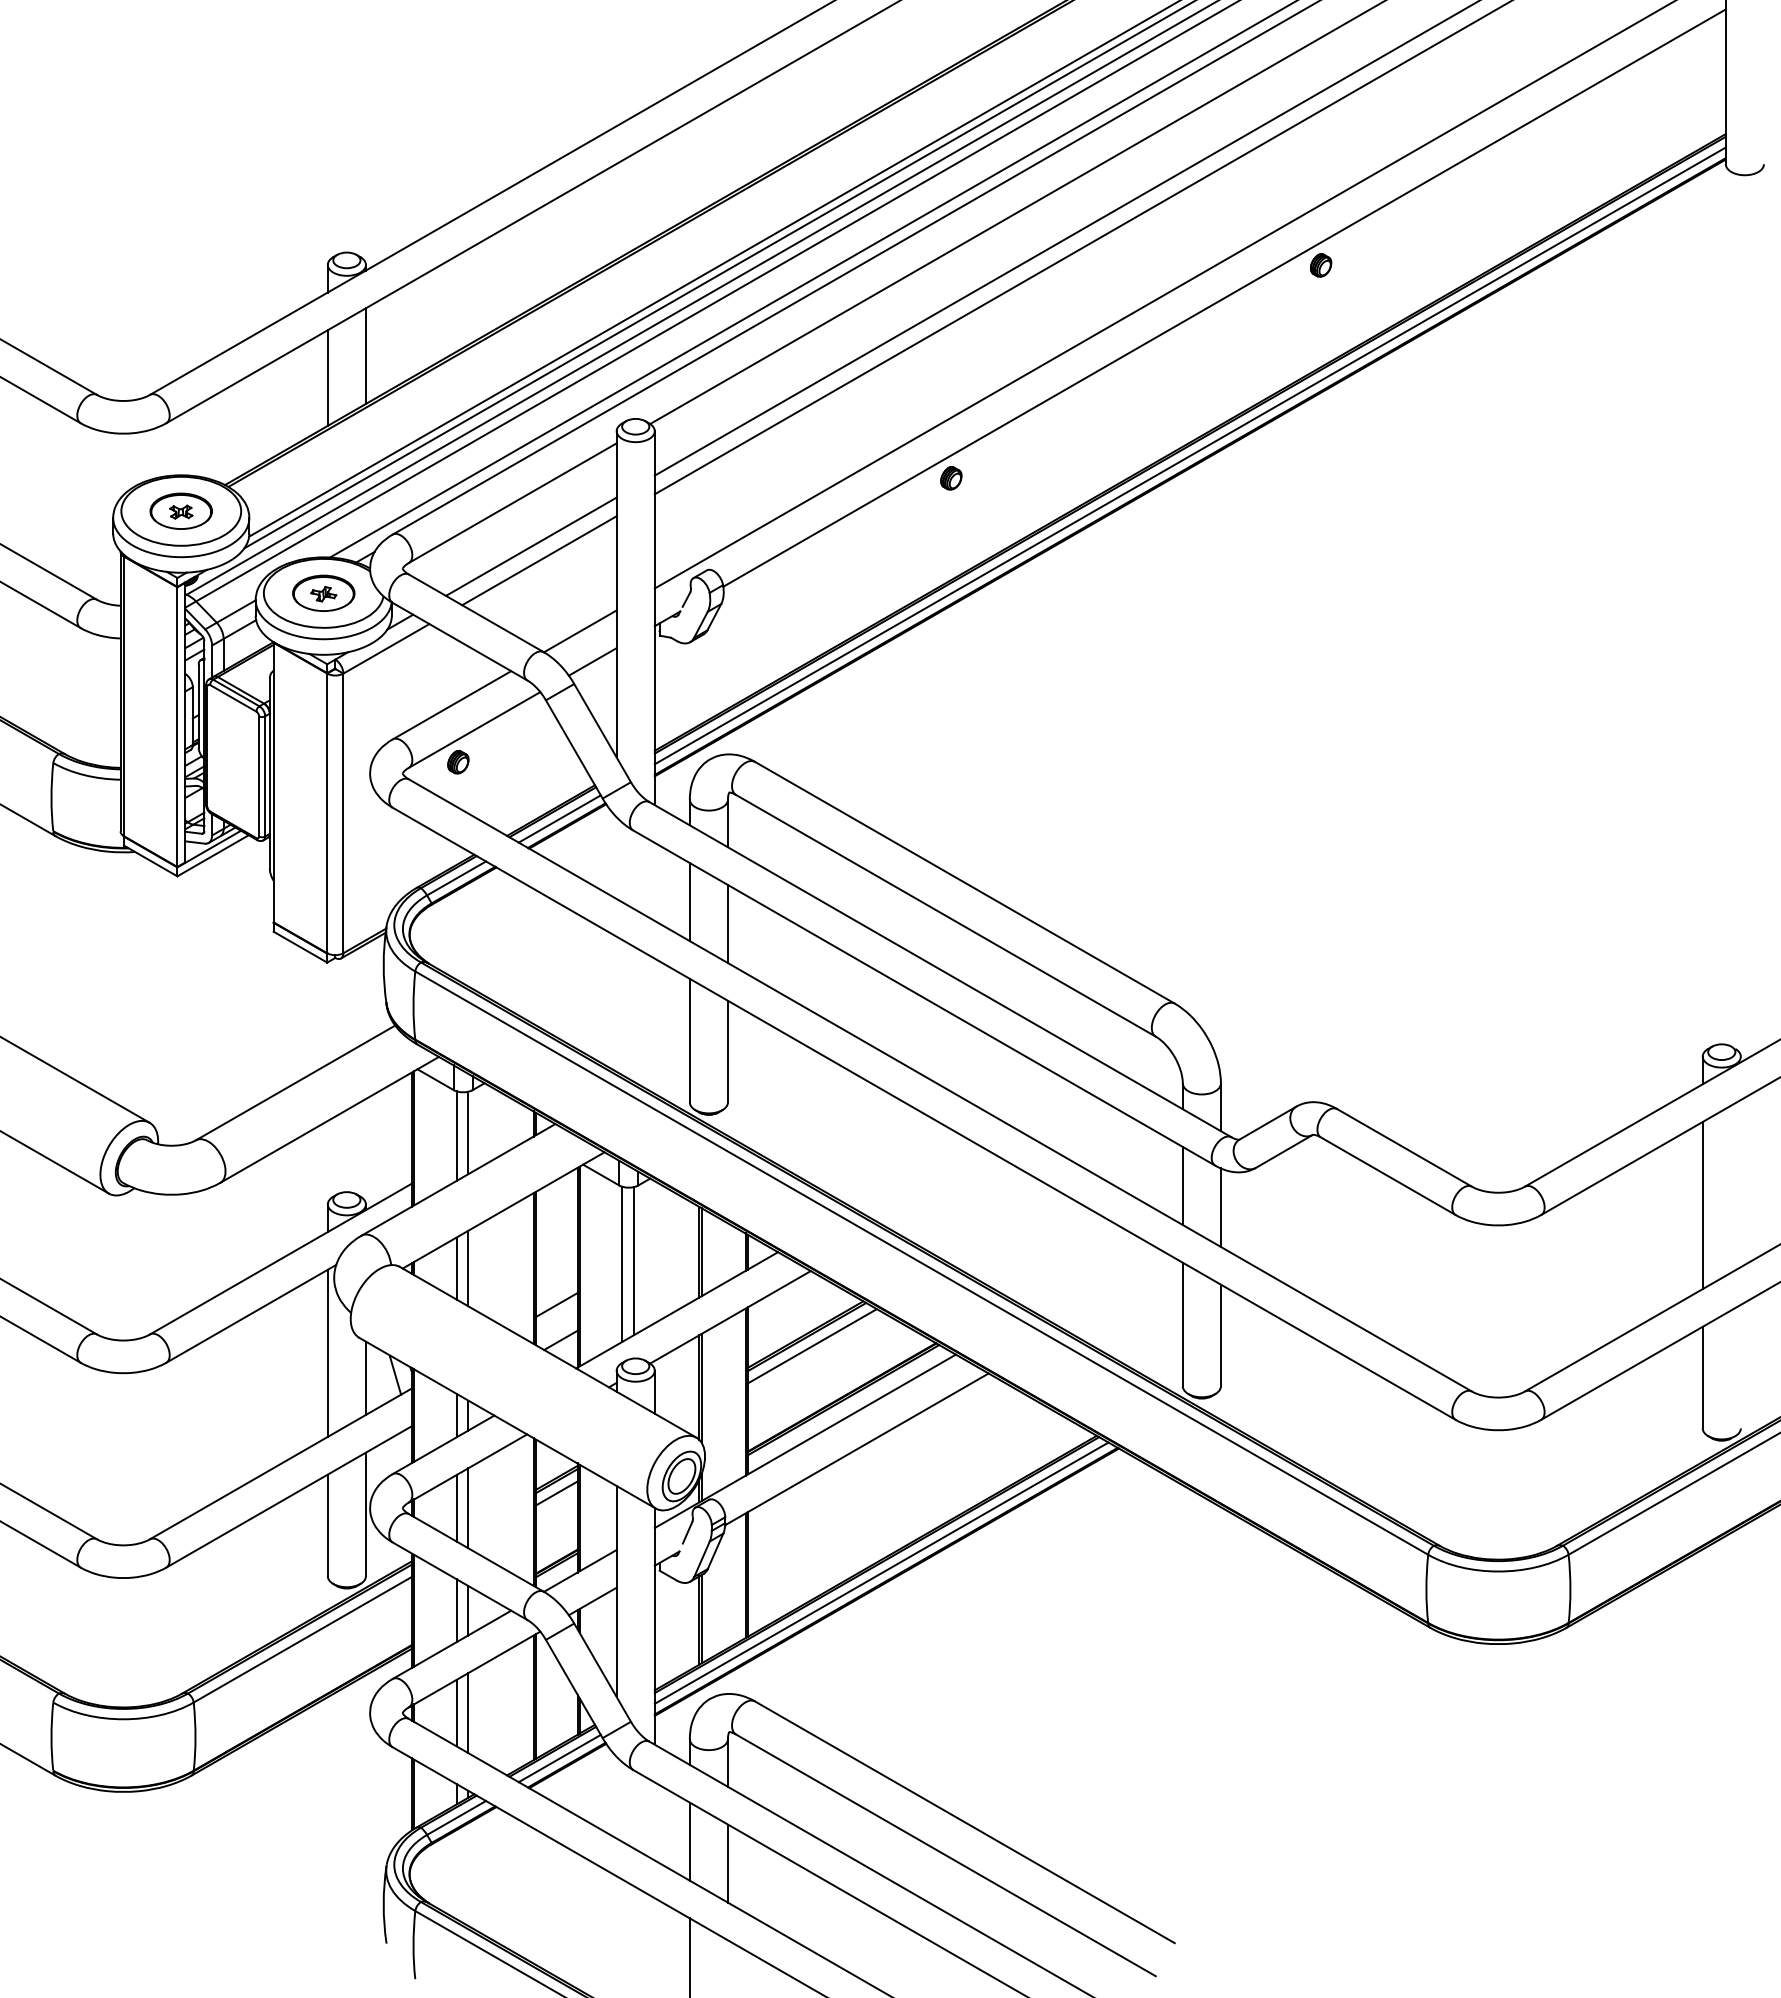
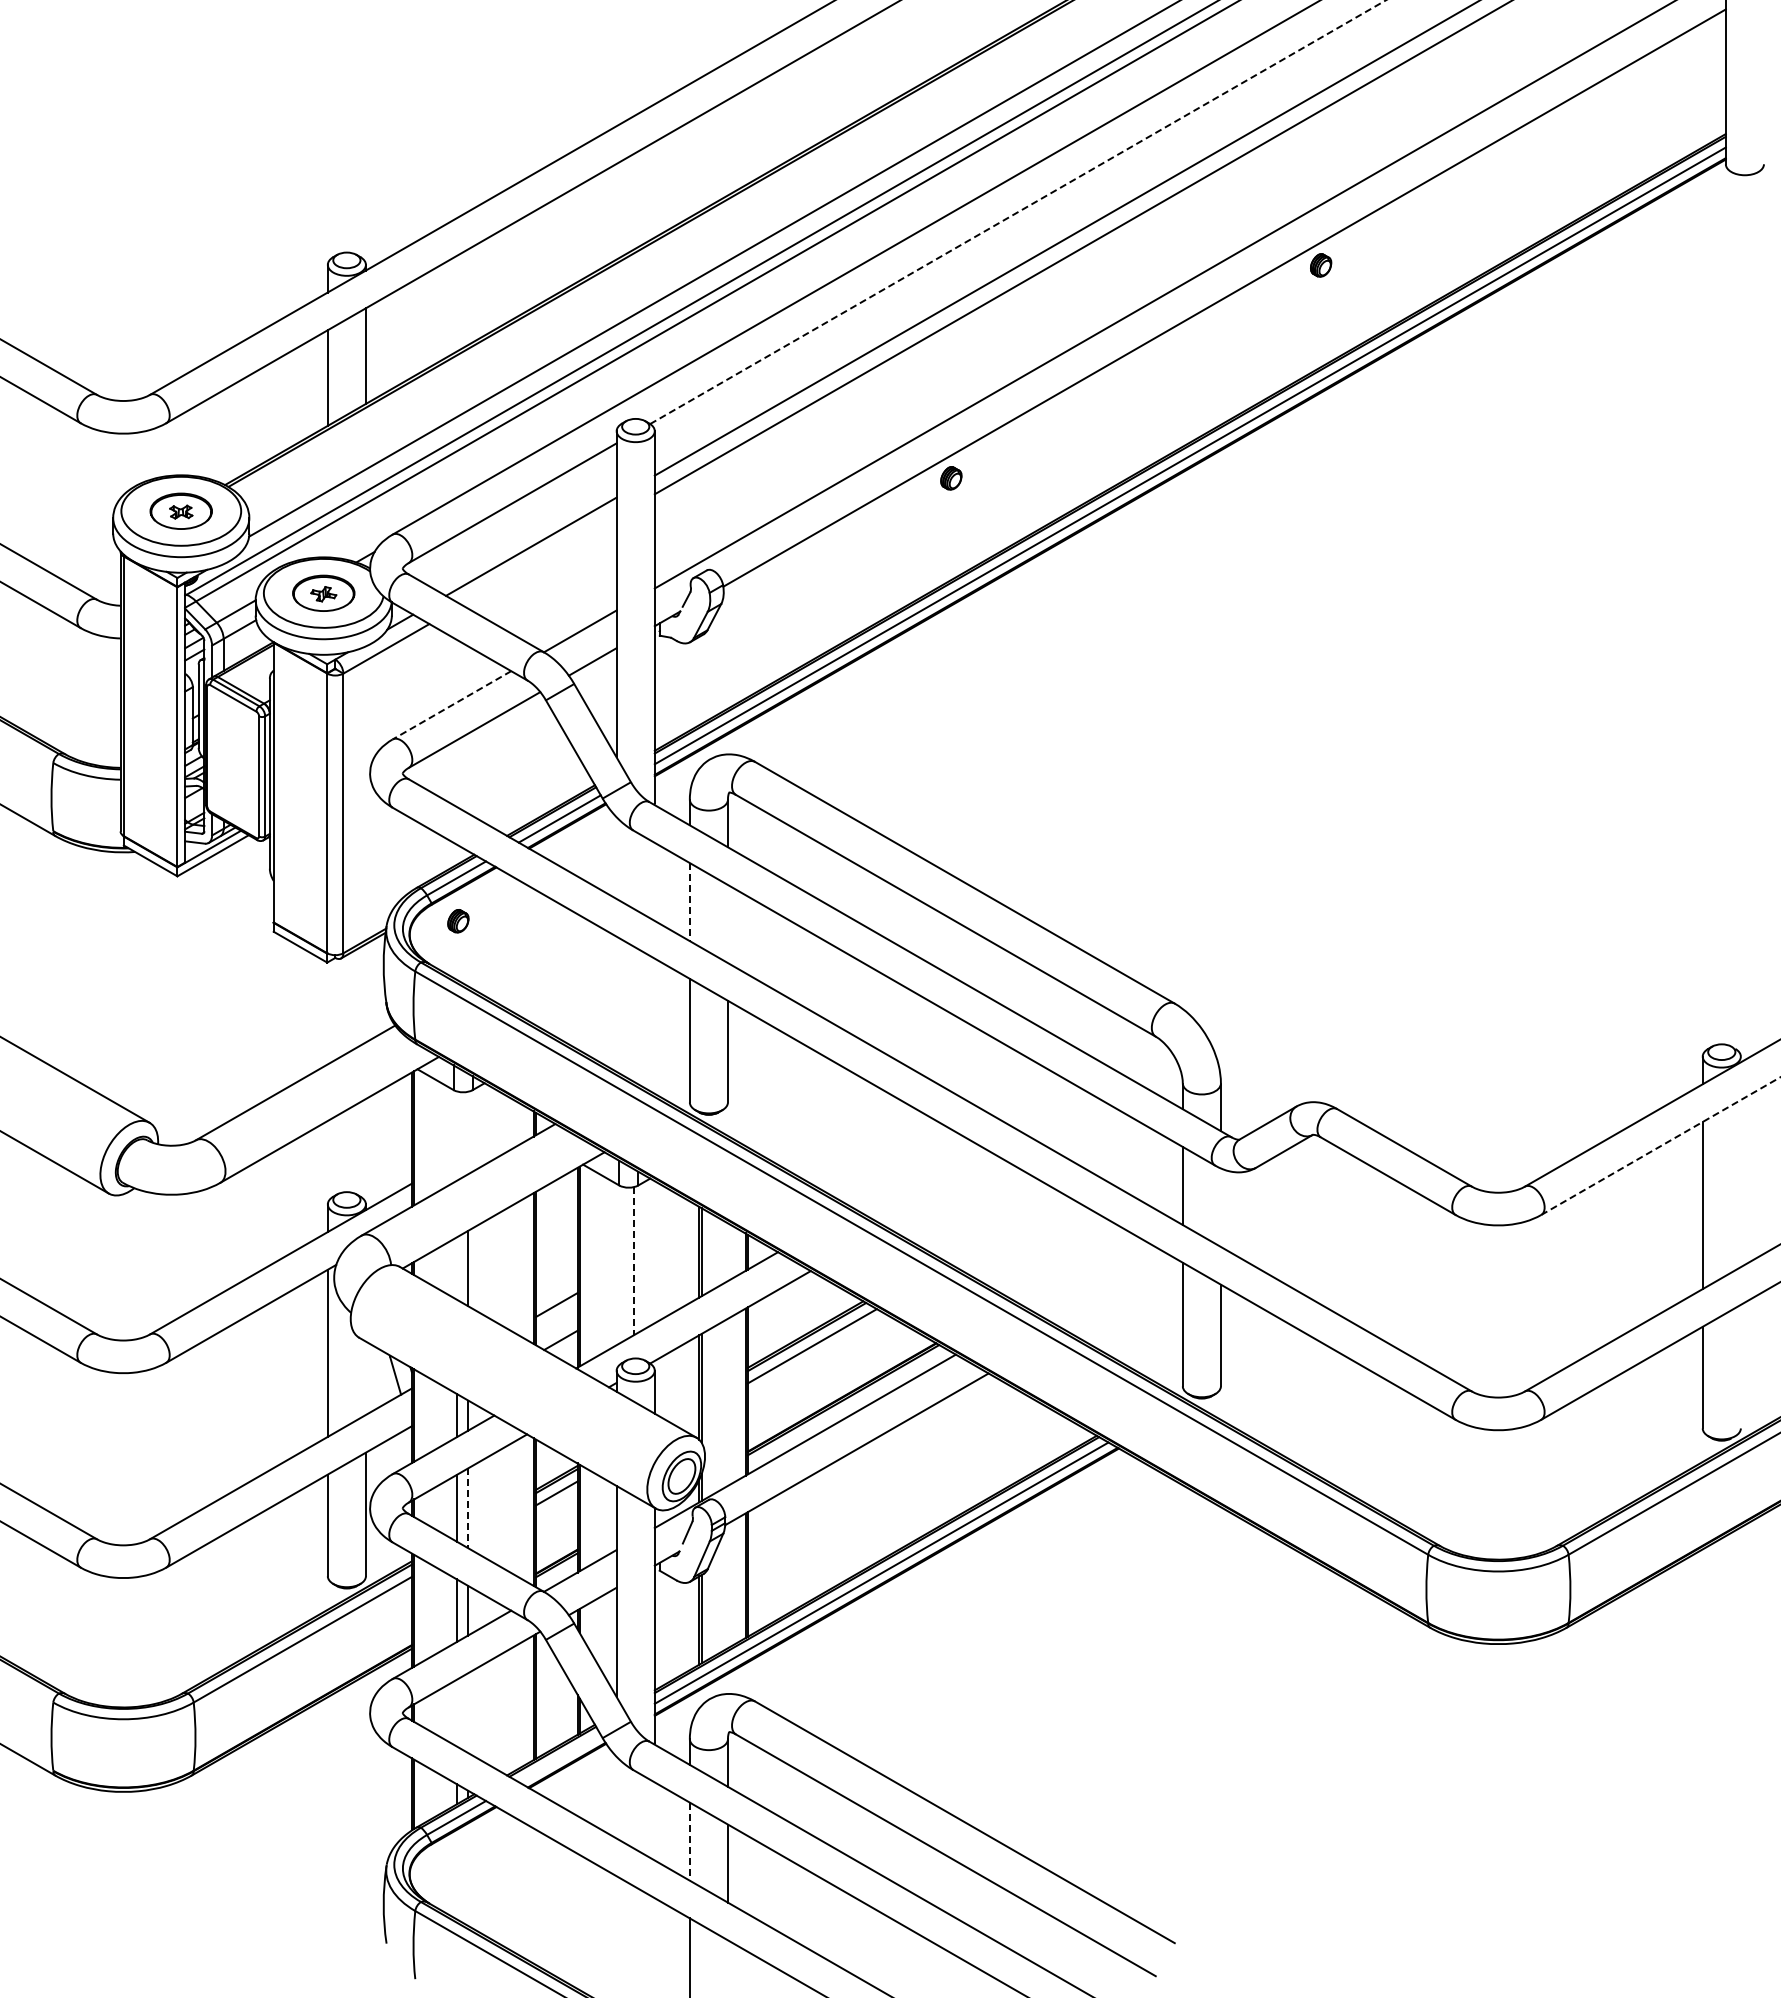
line at (1018, 212): solid -> dashed
line at (718, 275): present -> none
line at (812, 279): present -> none
line at (539, 560): present -> none
line at (451, 705): solid -> dashed
part at (458, 762) position: (458, 762) -> (458, 921)
line at (689, 902): solid -> dashed
line at (727, 924): present -> none
line at (468, 1132): present -> none
line at (456, 1135): present -> none
line at (1660, 1146): solid -> dashed
line at (1220, 1207): present -> none
line at (633, 1261): solid -> dashed
line at (622, 1263): present -> none
line at (456, 1268): present -> none
line at (365, 1377): present -> none
line at (468, 1508): solid -> dashed
line at (456, 1712): present -> none
line at (468, 1713): present -> none
line at (559, 1758): present -> none
line at (689, 1842): solid -> dashed
